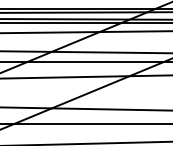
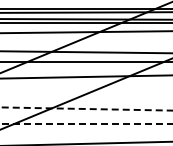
line at (86, 109): solid -> dashed
line at (86, 124): solid -> dashed
